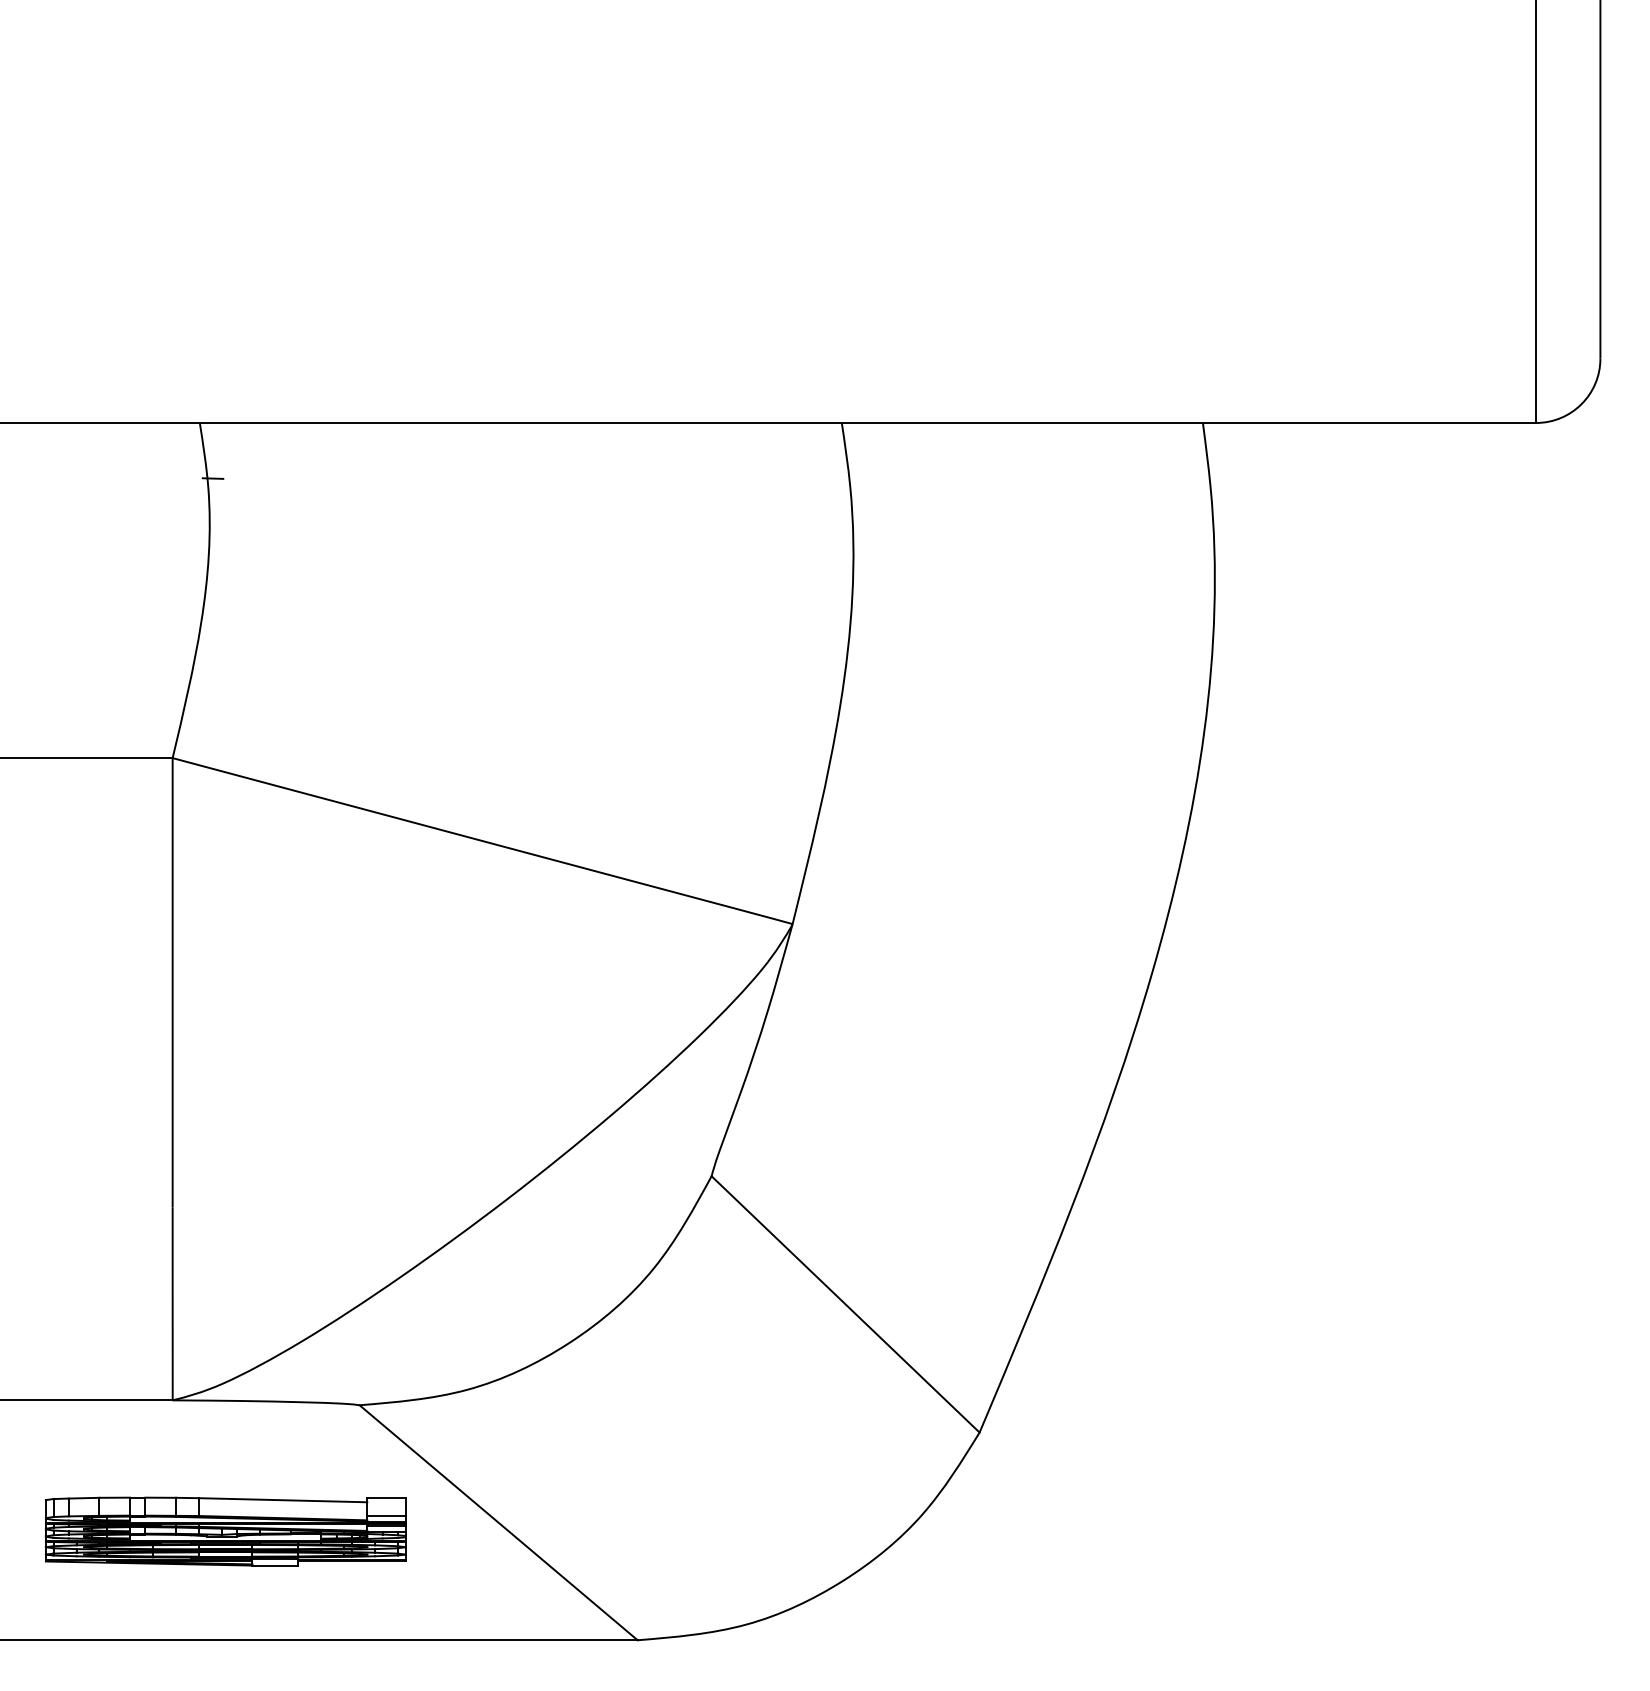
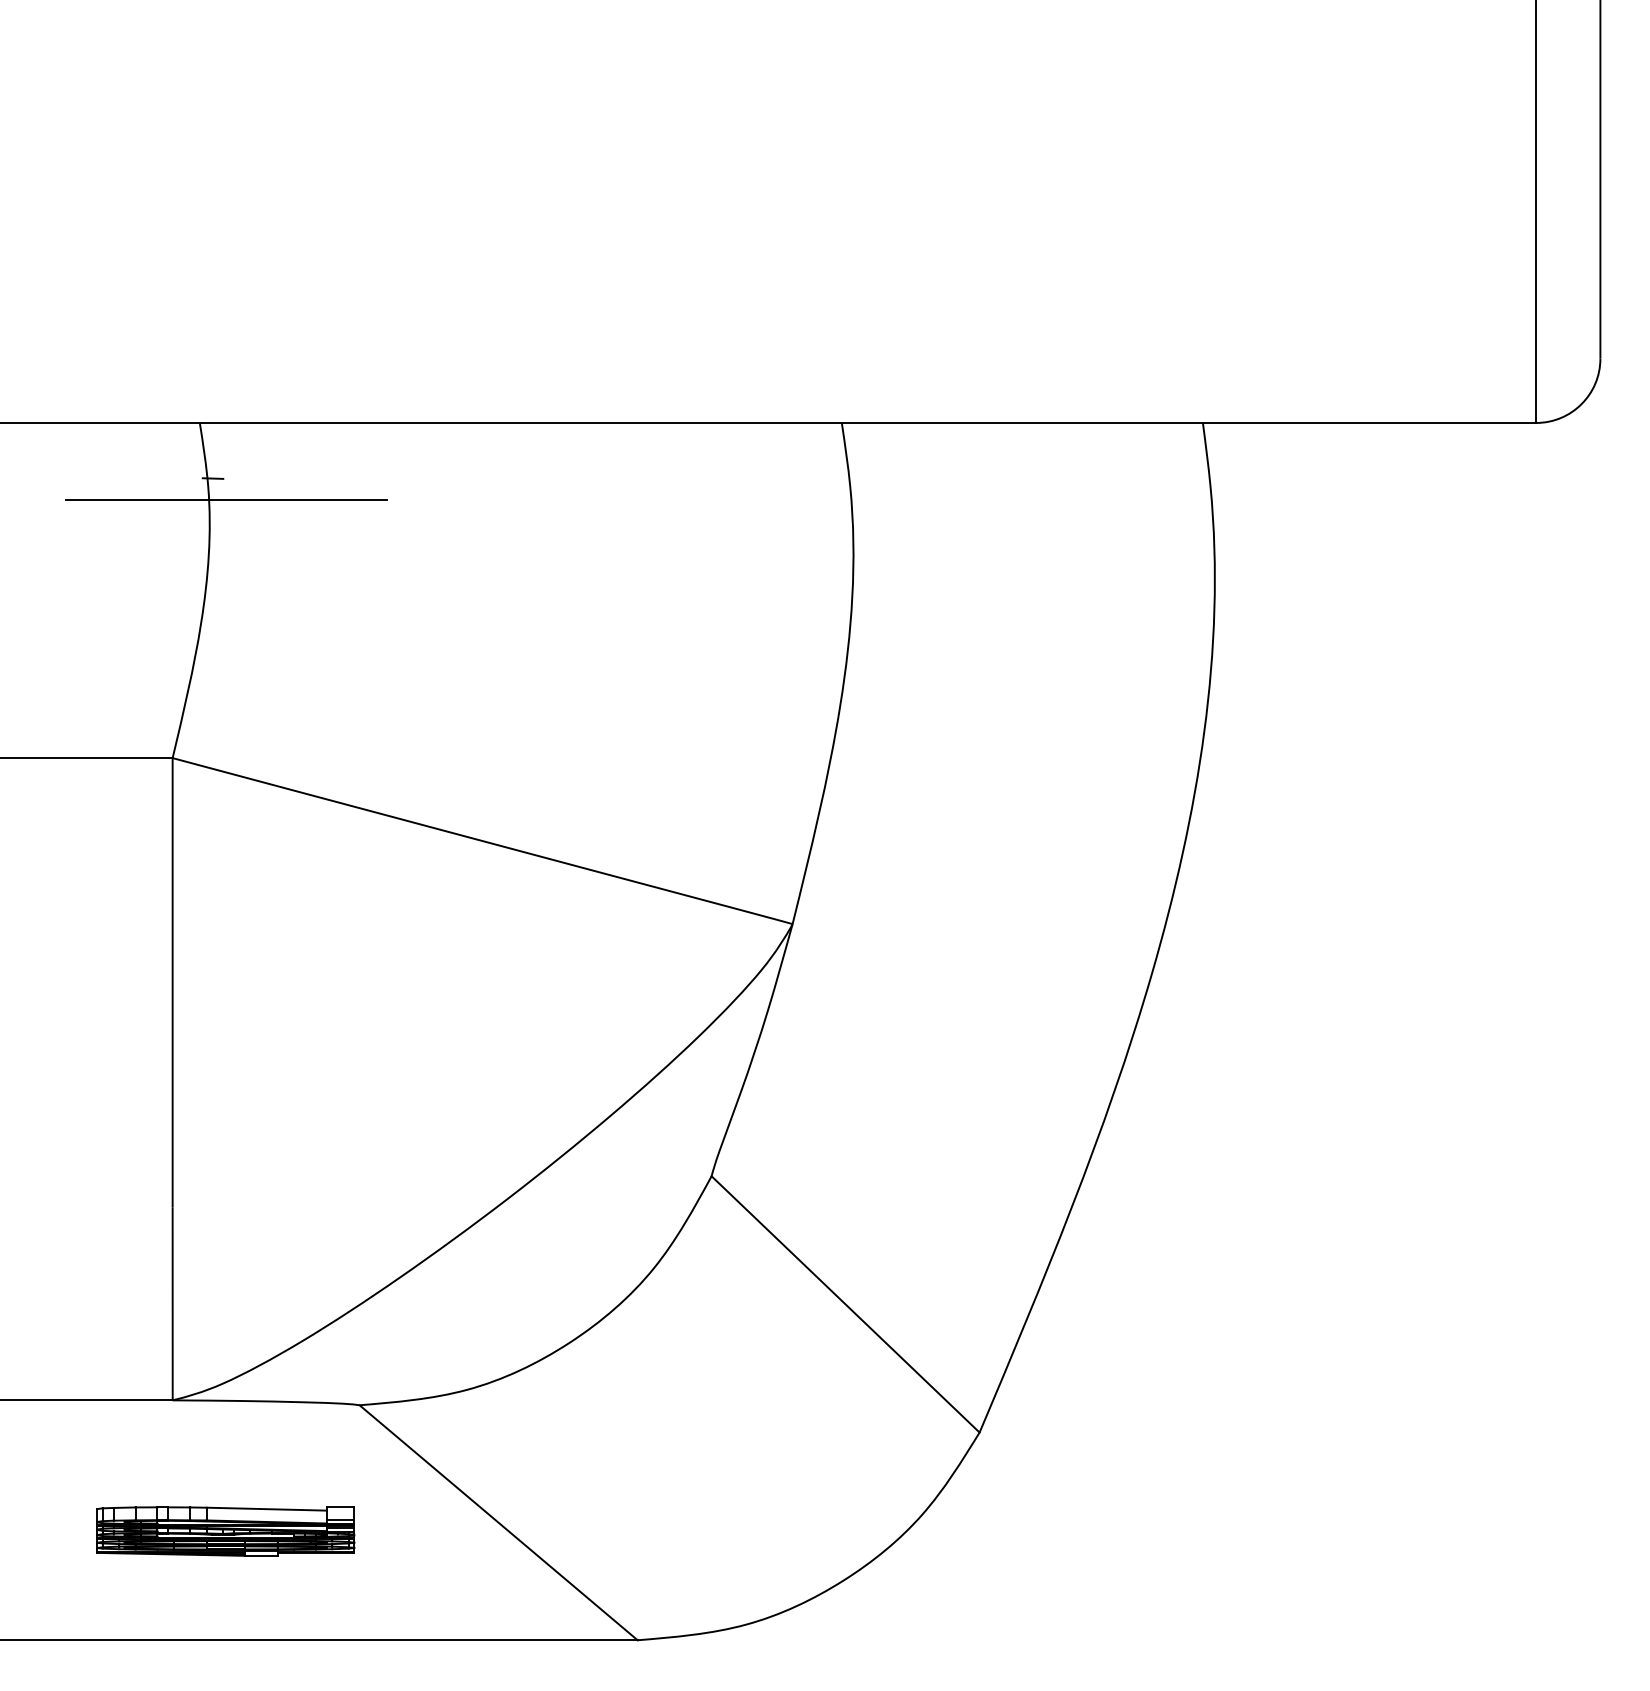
line at (226, 500): none -> present
part at (225, 1531) size: 363x71 px -> 260x51 px
